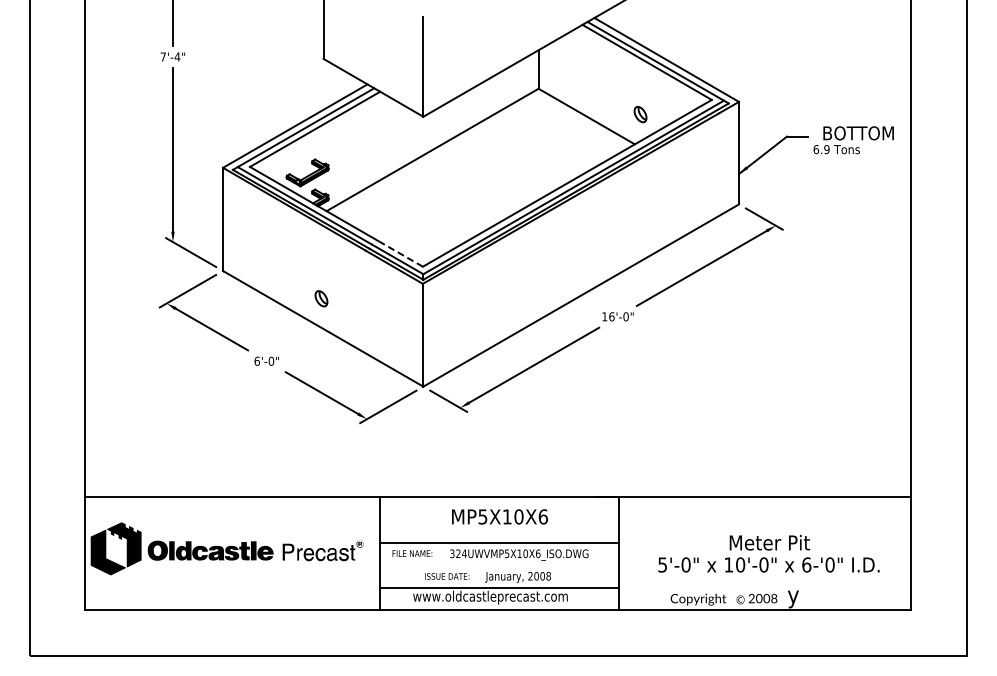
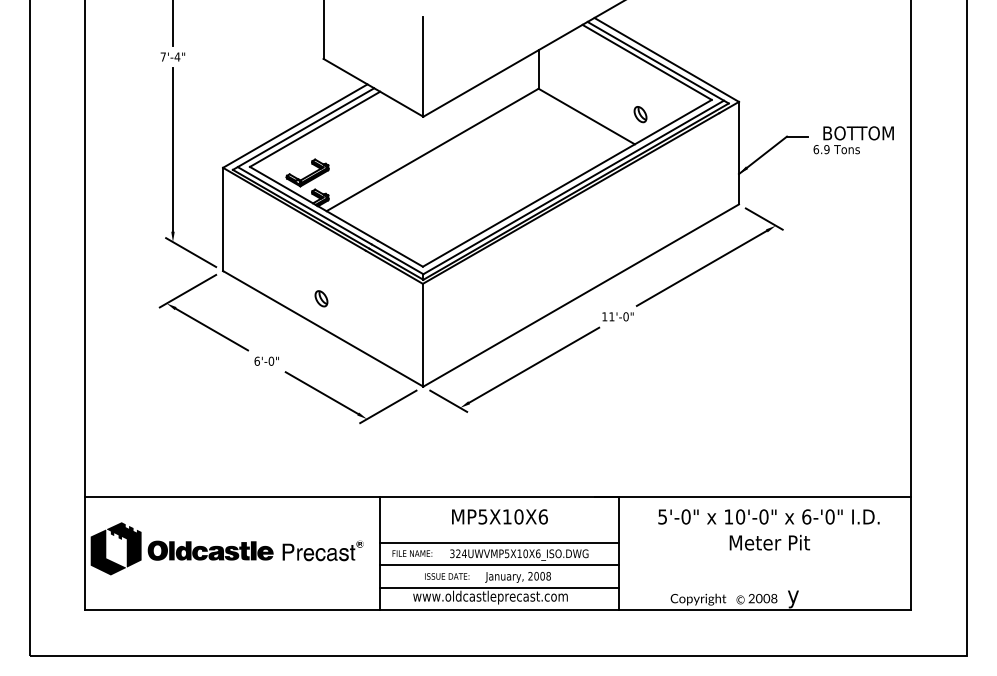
line at (400, 253): dashed -> solid
text at (611, 316): 16'-0" -> 11'-0"
text at (768, 564) position: (768, 564) -> (768, 516)
line at (499, 565): none -> present
